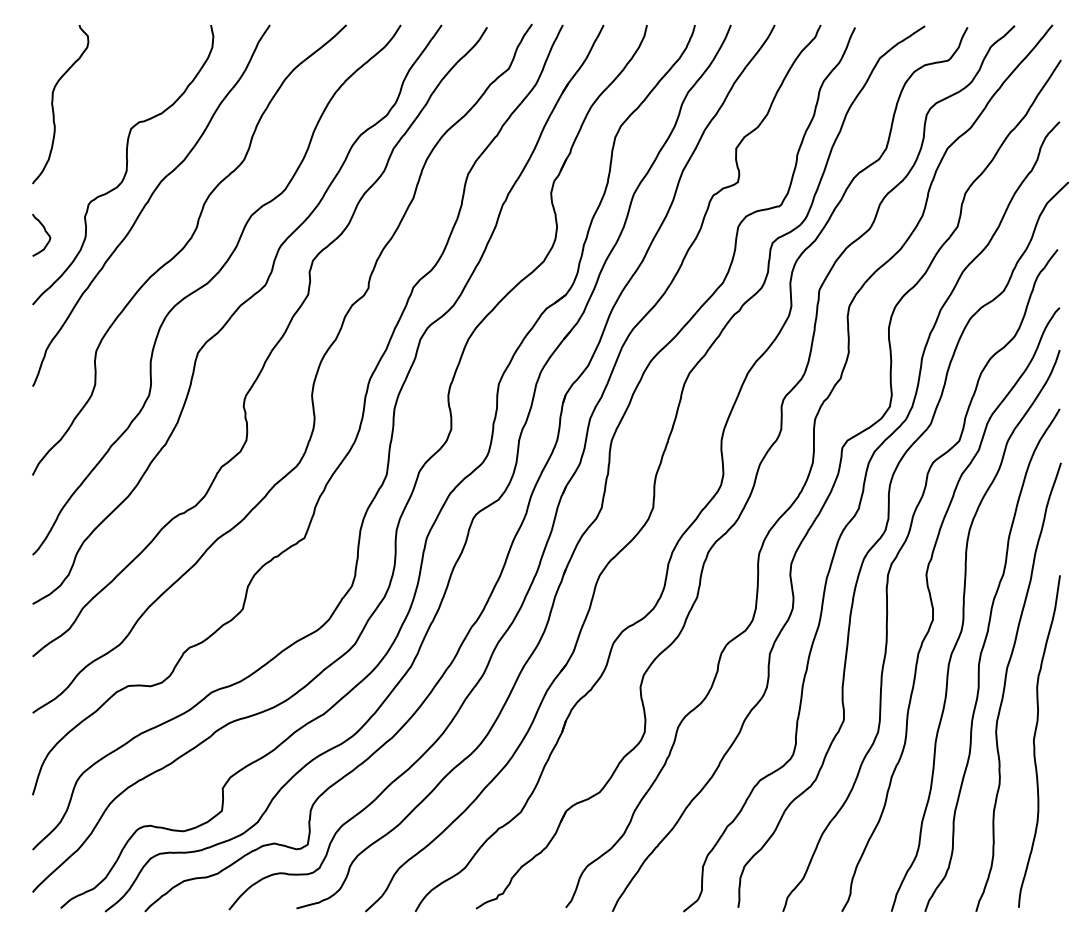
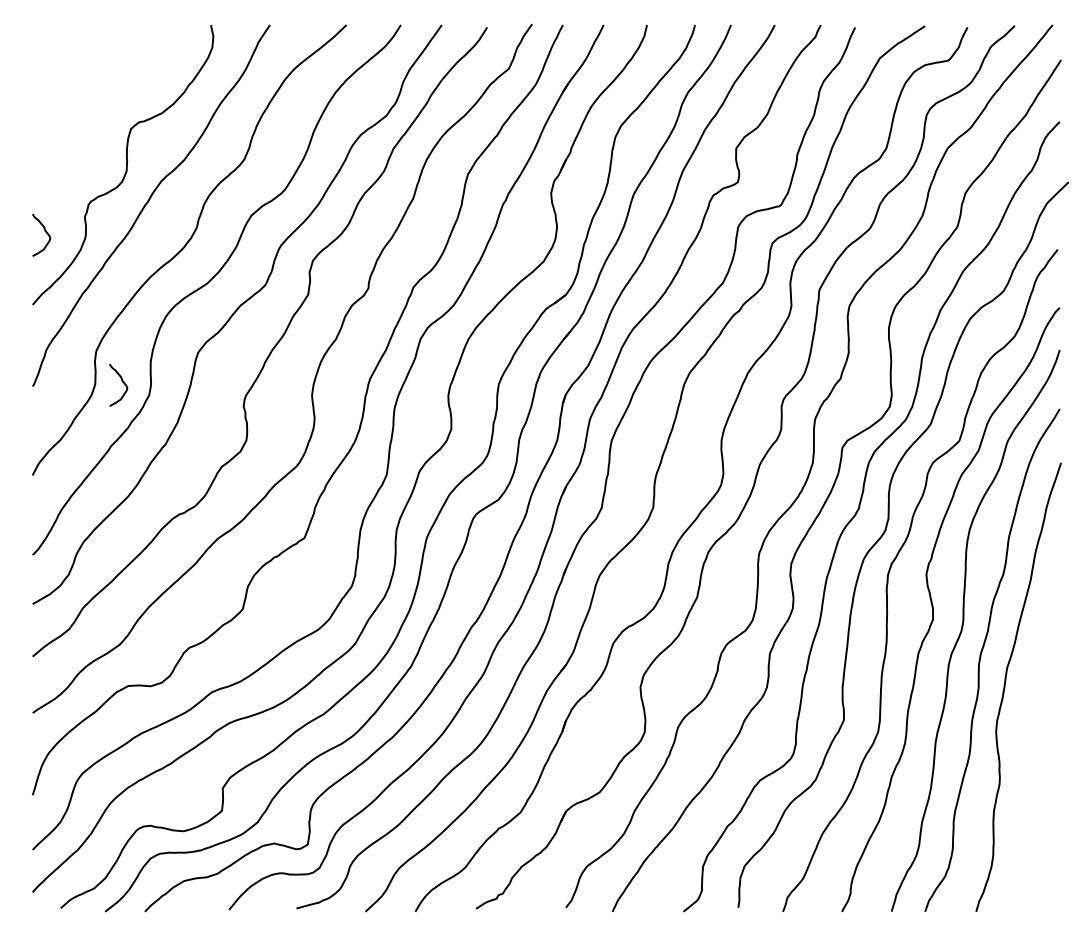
curve at (53, 104): present -> none
curve at (121, 381): none -> present
curve at (1035, 738): present -> none
